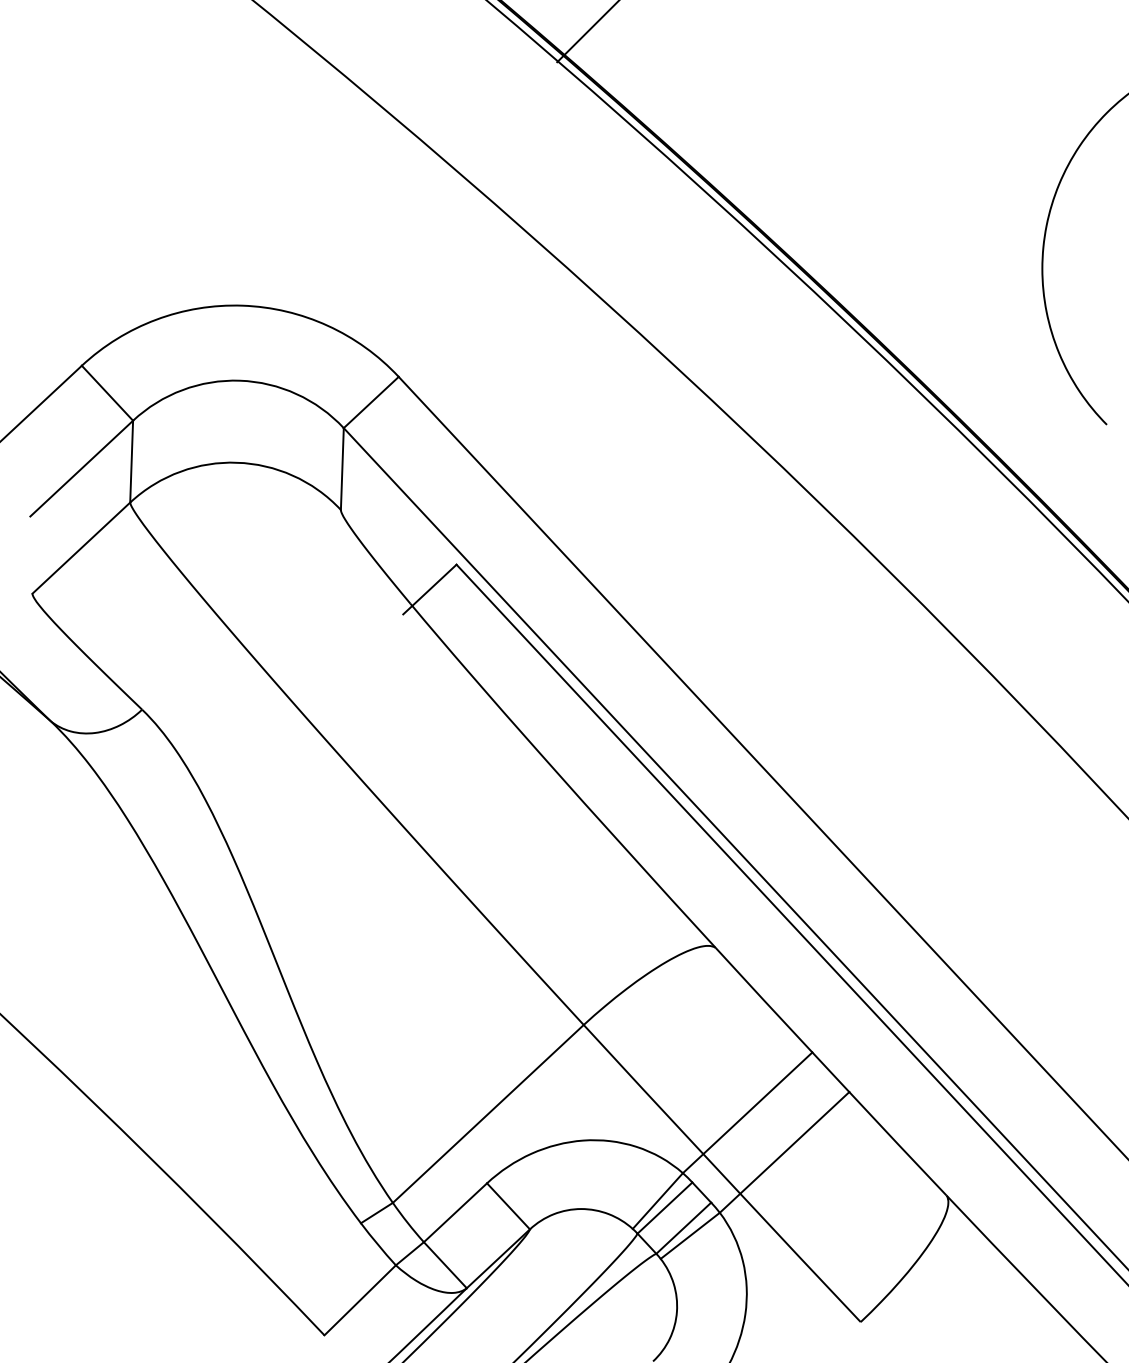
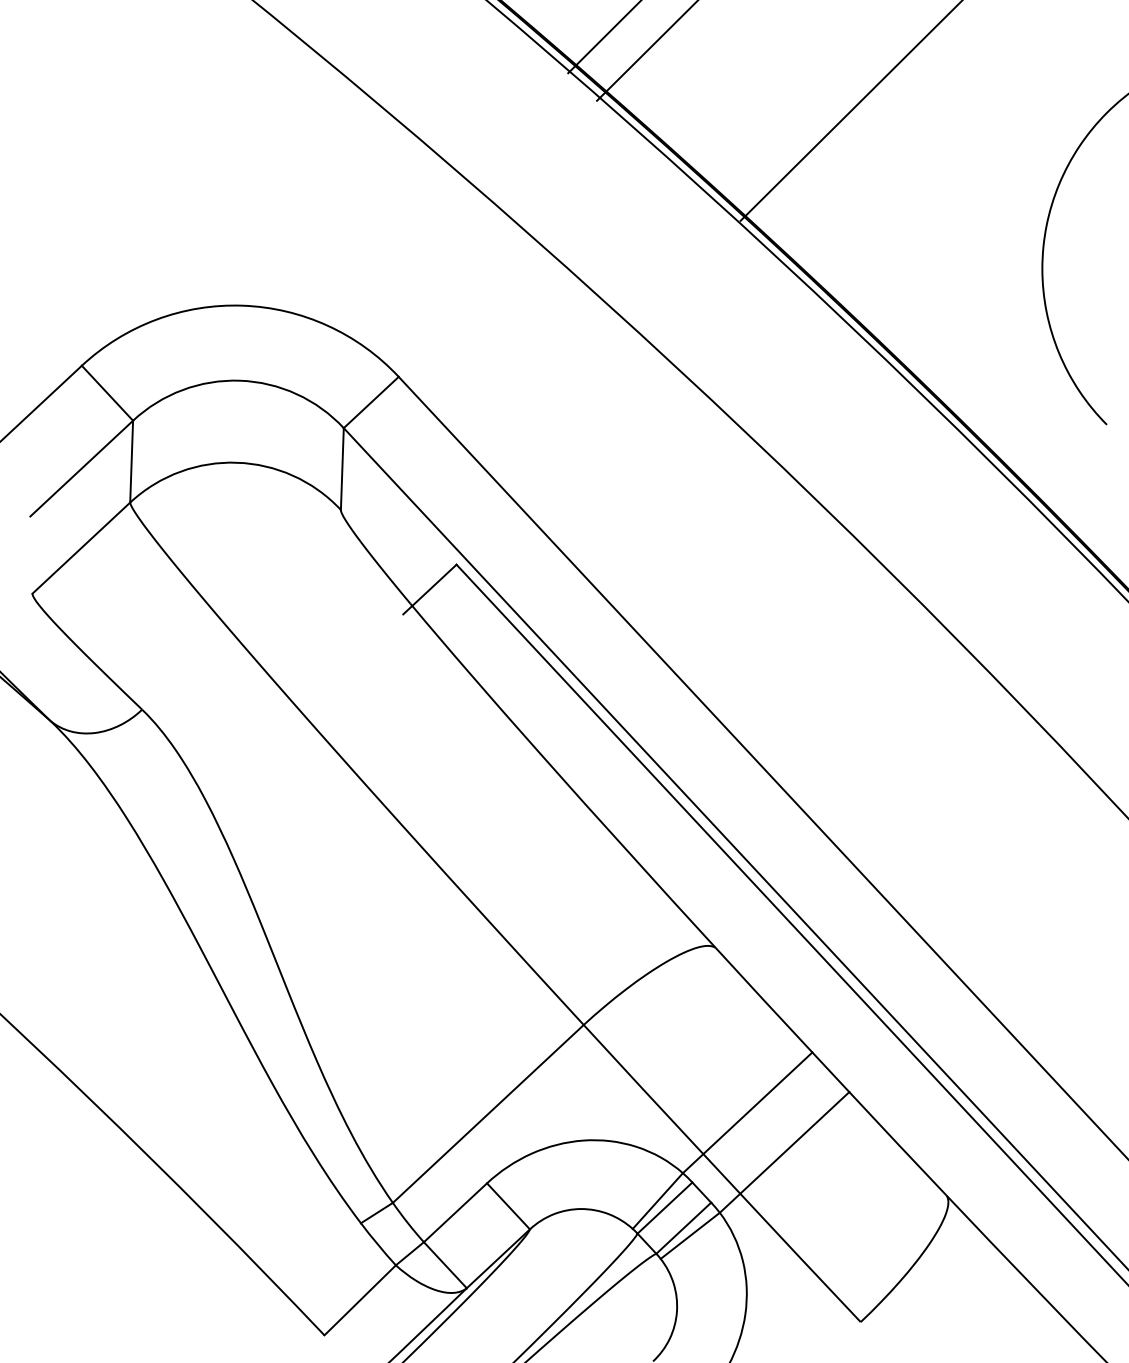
line at (587, 32) position: (587, 32) -> (603, 37)
line at (646, 51): none -> present
line at (850, 111): none -> present
